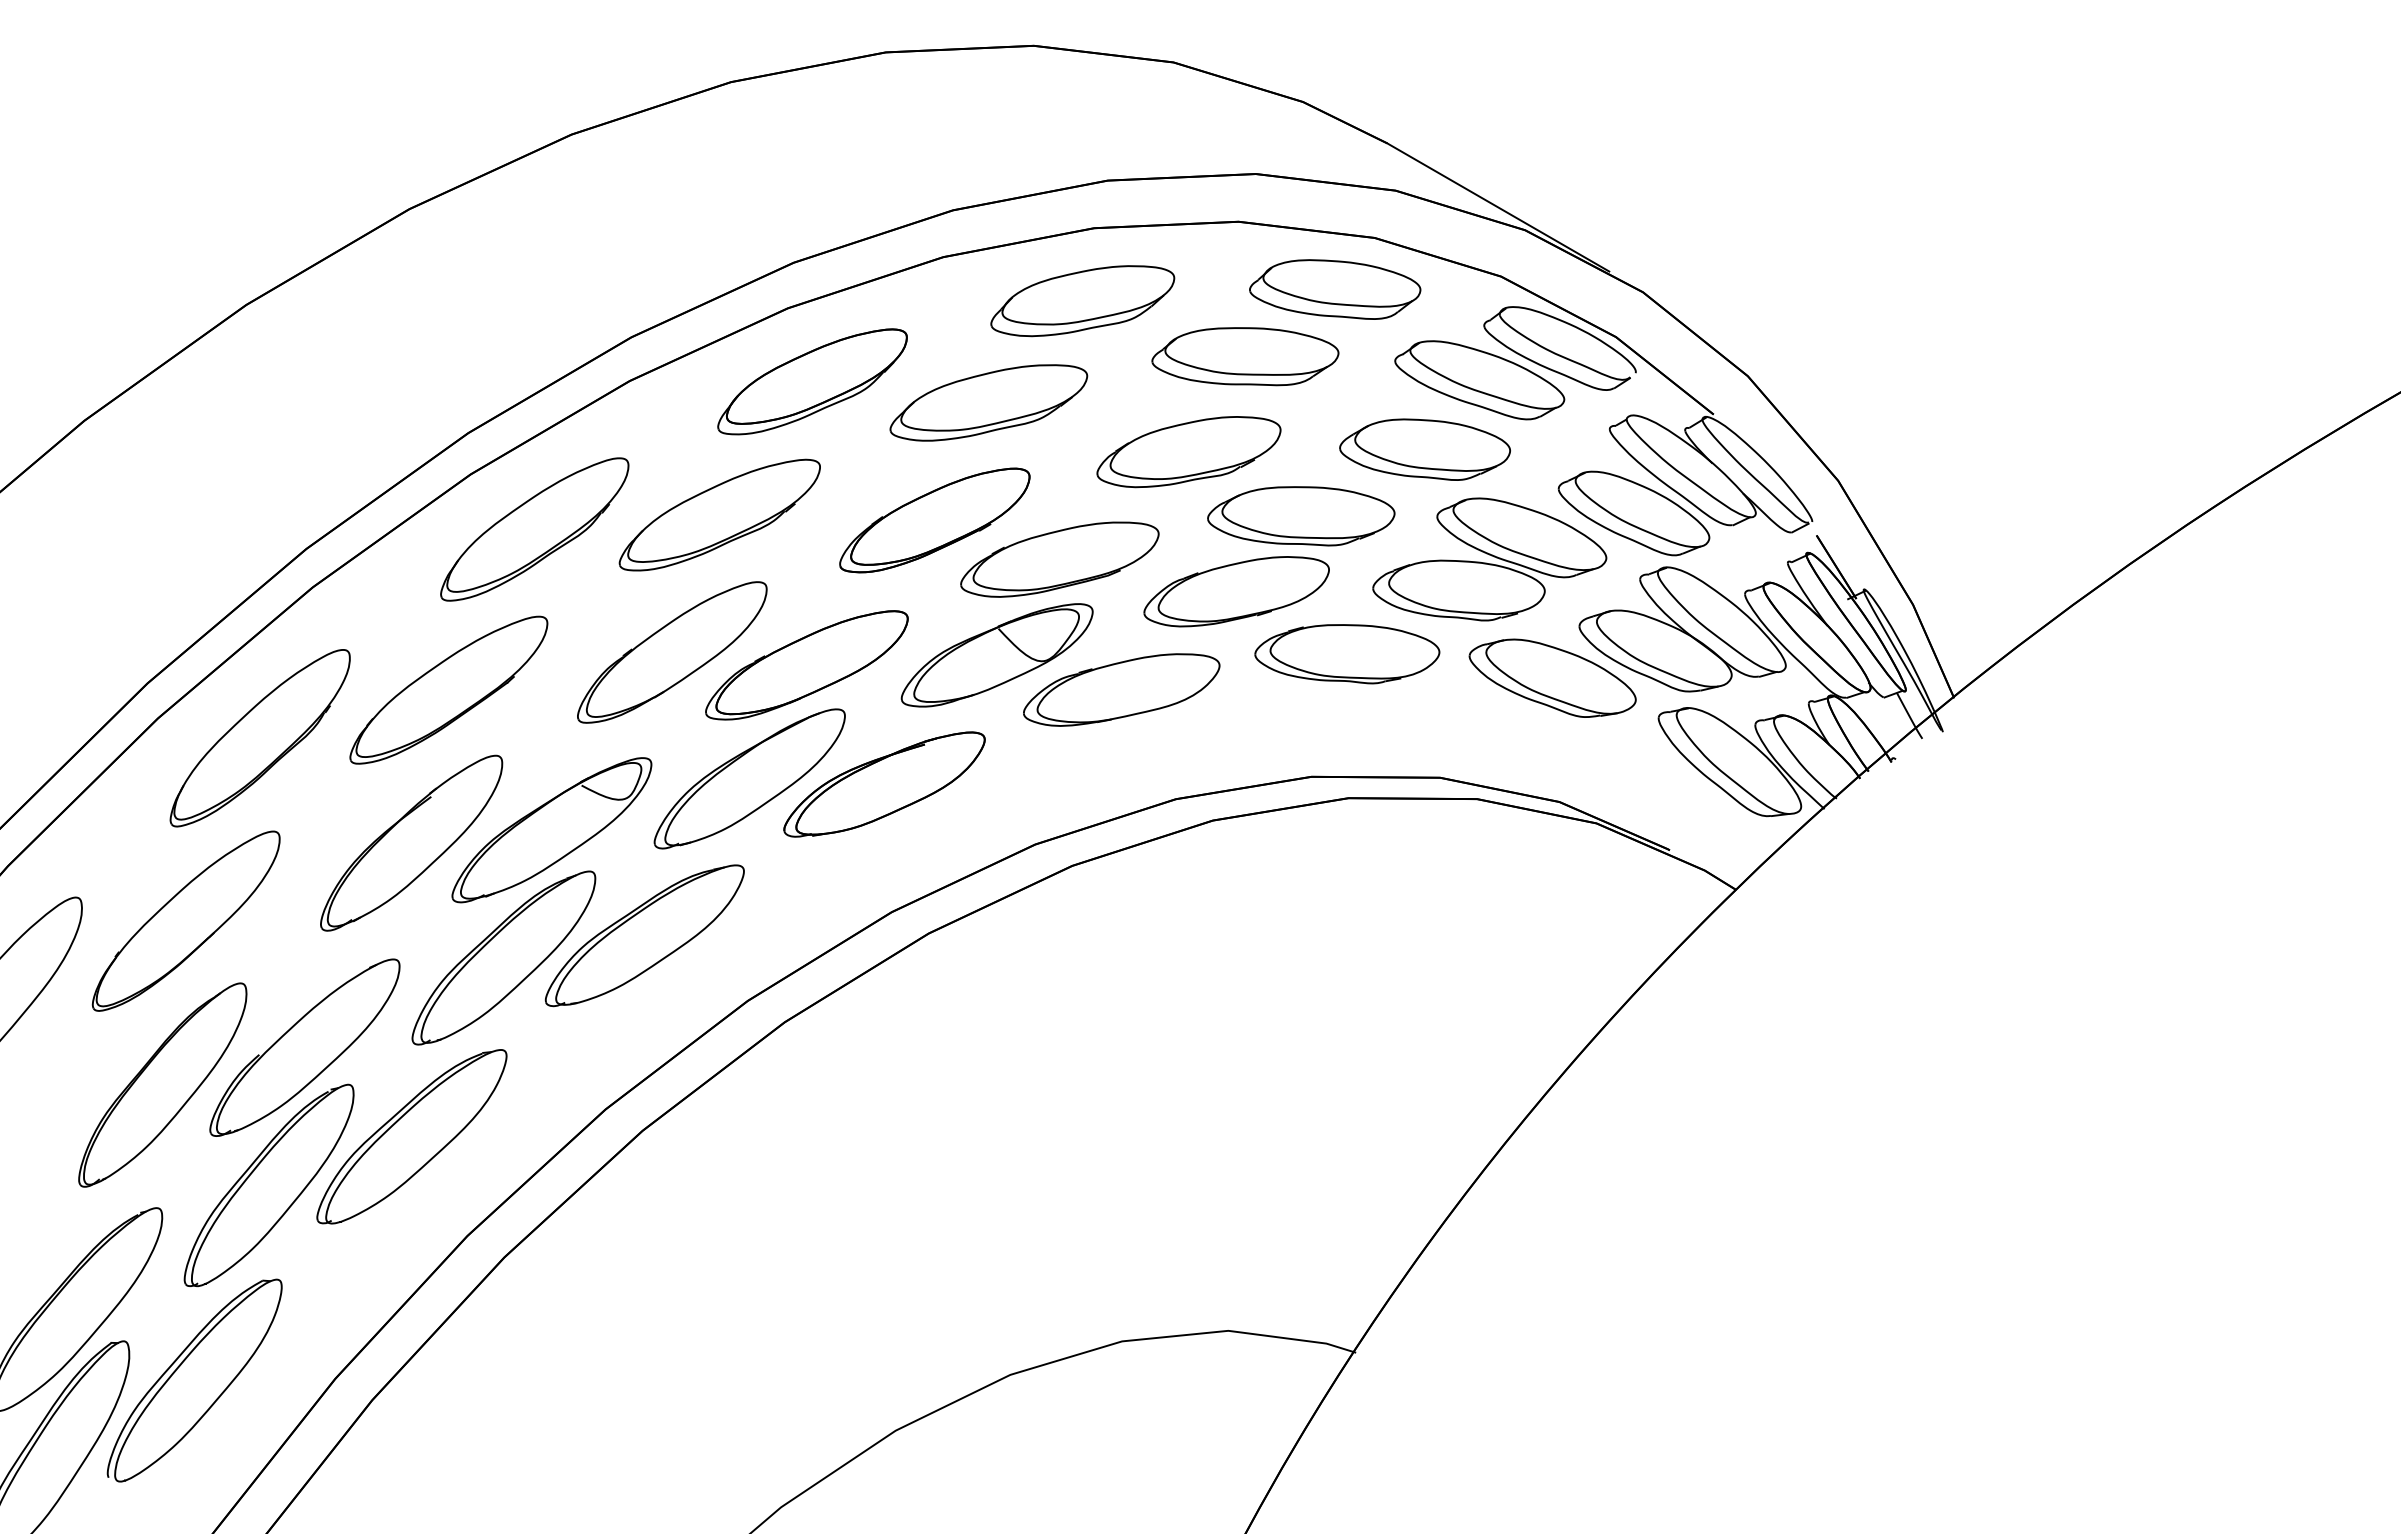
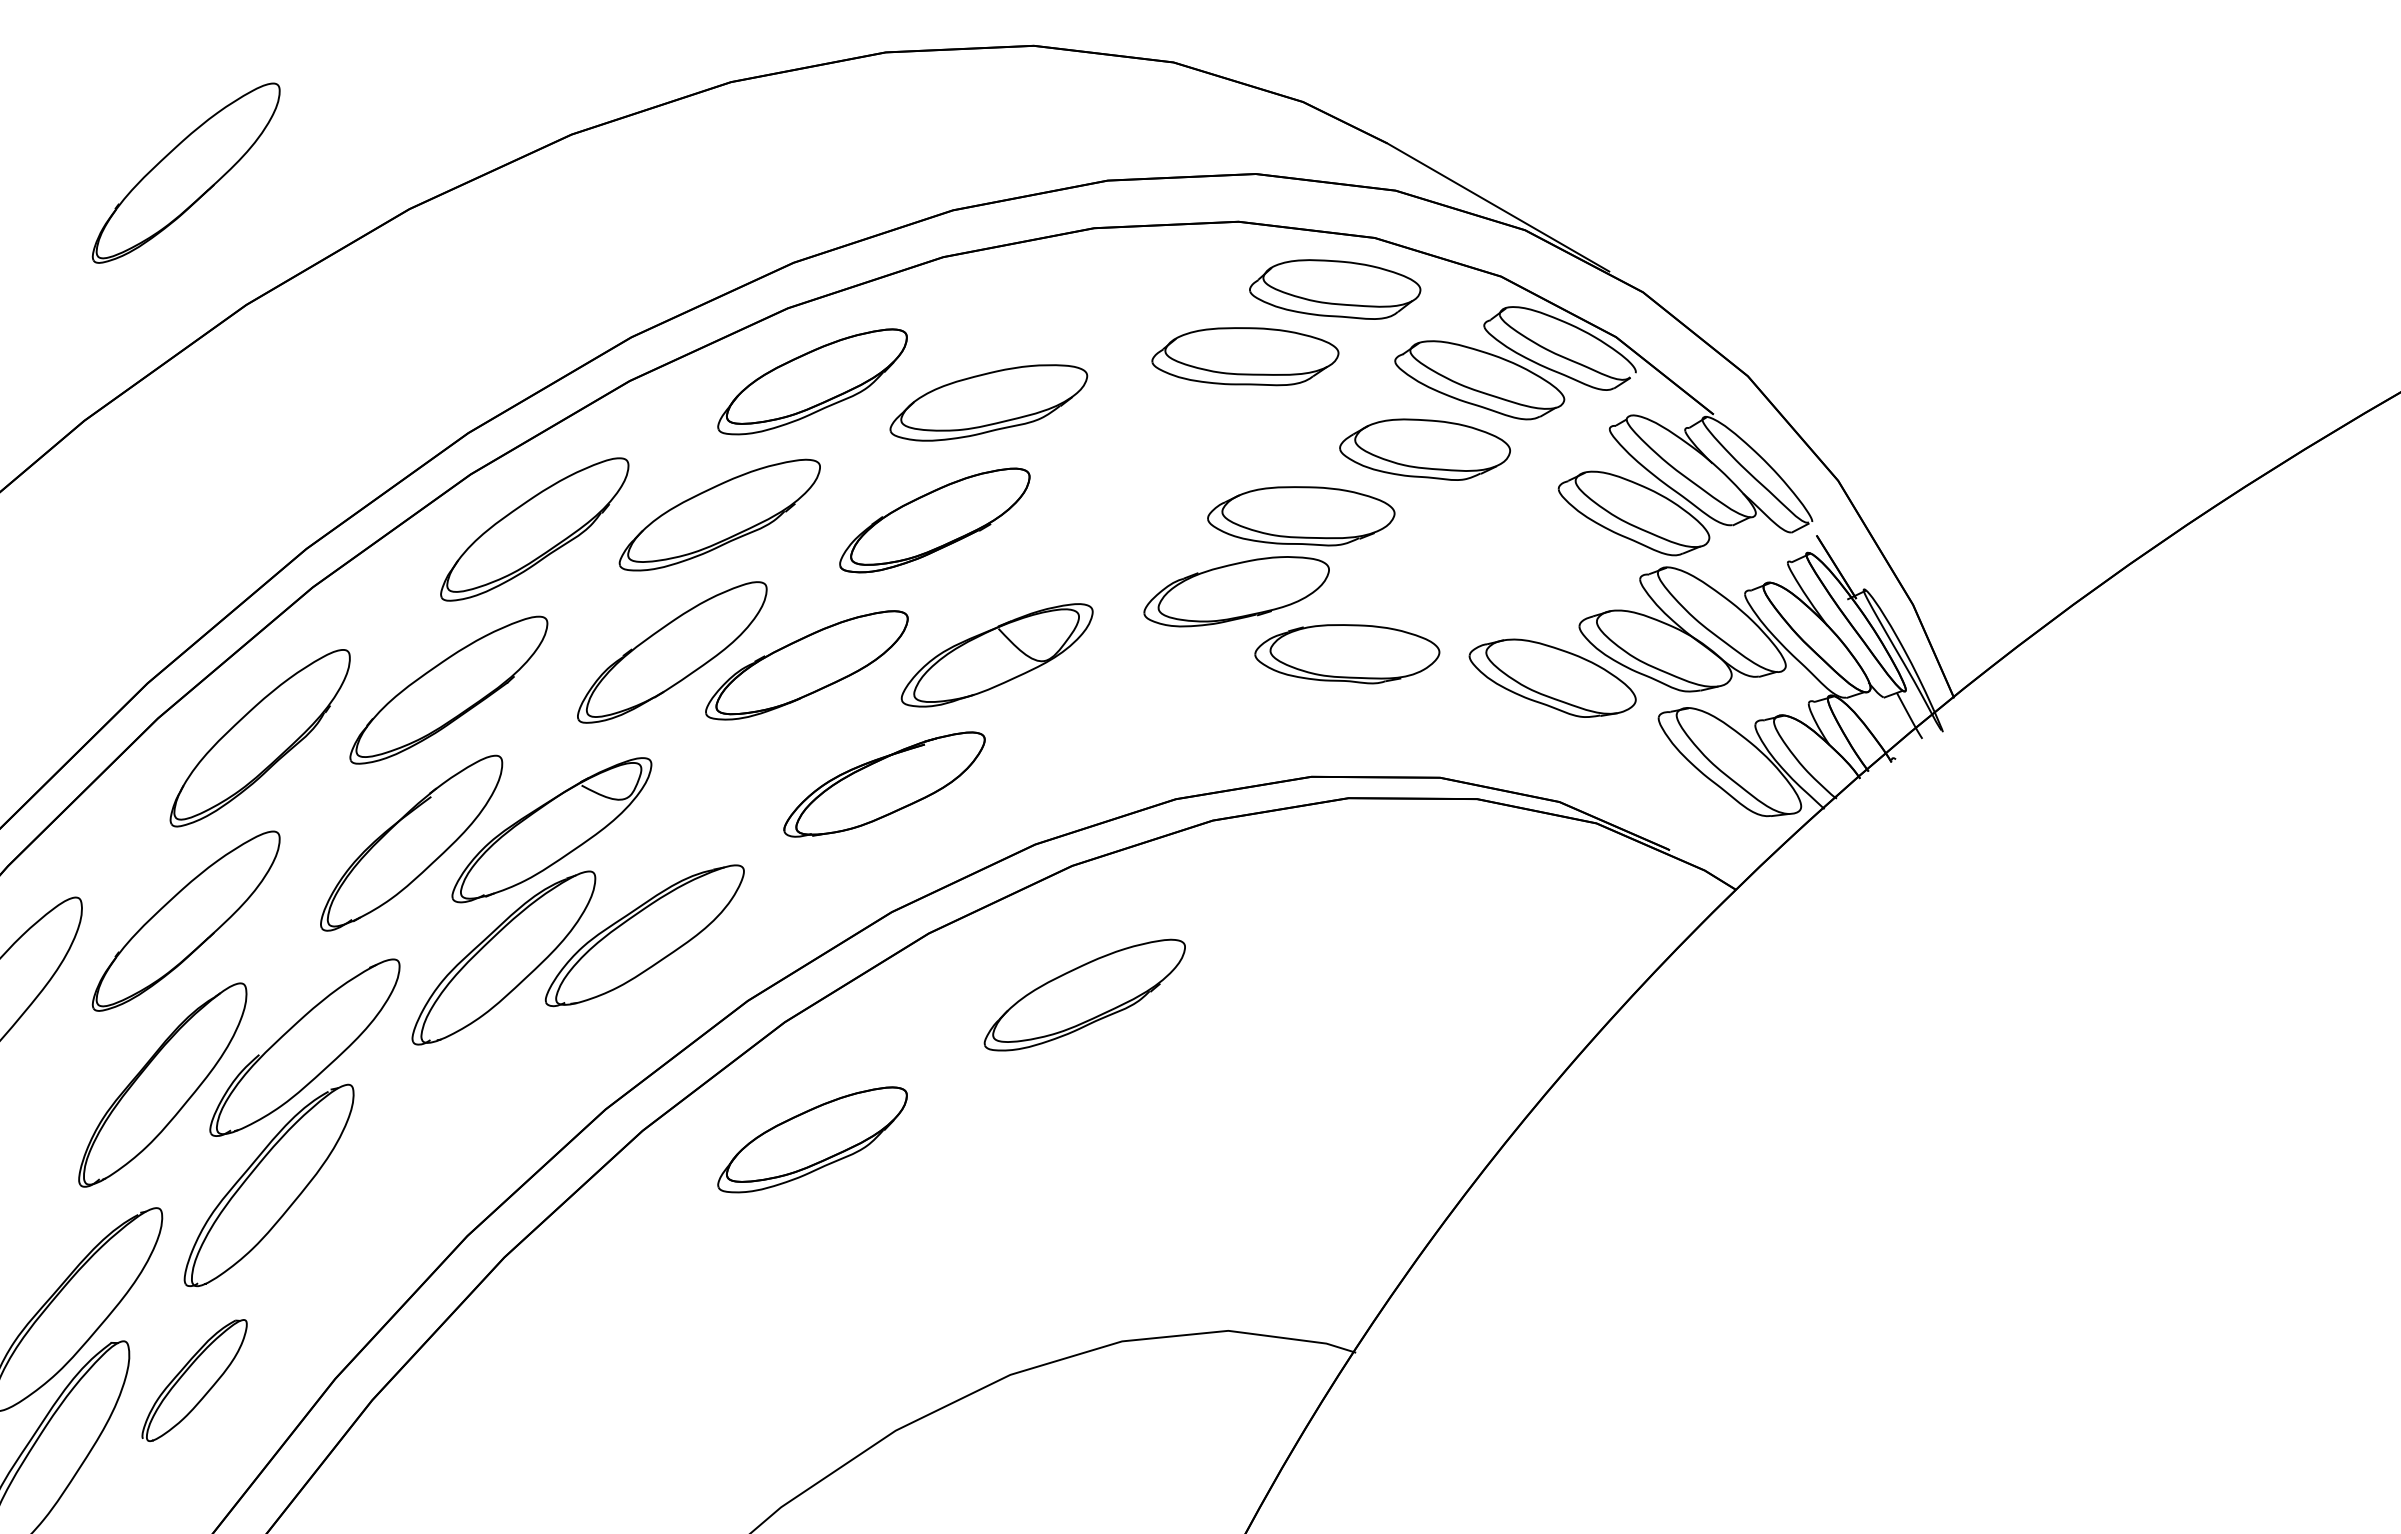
part at (185, 172): none -> present
part at (1082, 301): present -> none
part at (1188, 452): present -> none
part at (1059, 559): present -> none
part at (1489, 559): present -> none
part at (1121, 689): present -> none
part at (749, 778): present -> none
part at (1084, 994): none -> present
part at (411, 1136): present -> none
part at (812, 1139): none -> present
part at (194, 1380) size: 177x205 px -> 107x123 px
